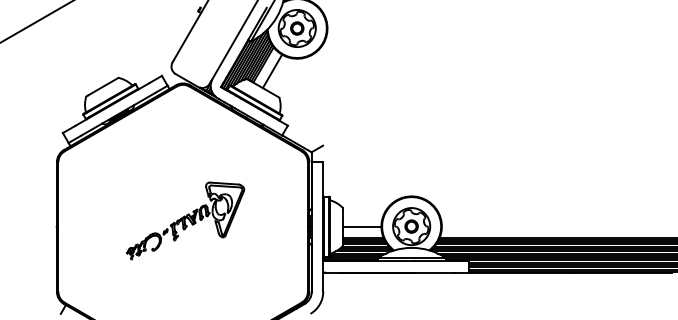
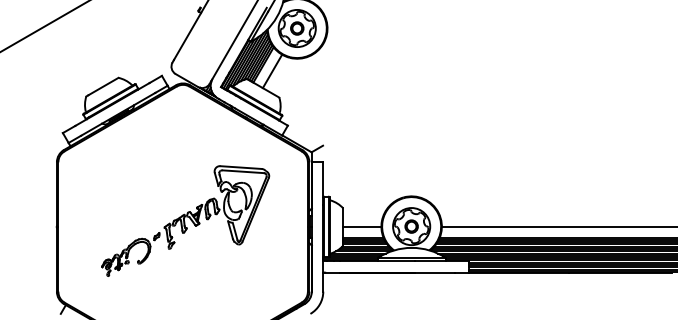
line at (36, 21) position: (36, 21) -> (44, 26)
part at (185, 220) size: 120x80 px -> 170x112 px
line at (557, 226): none -> present
